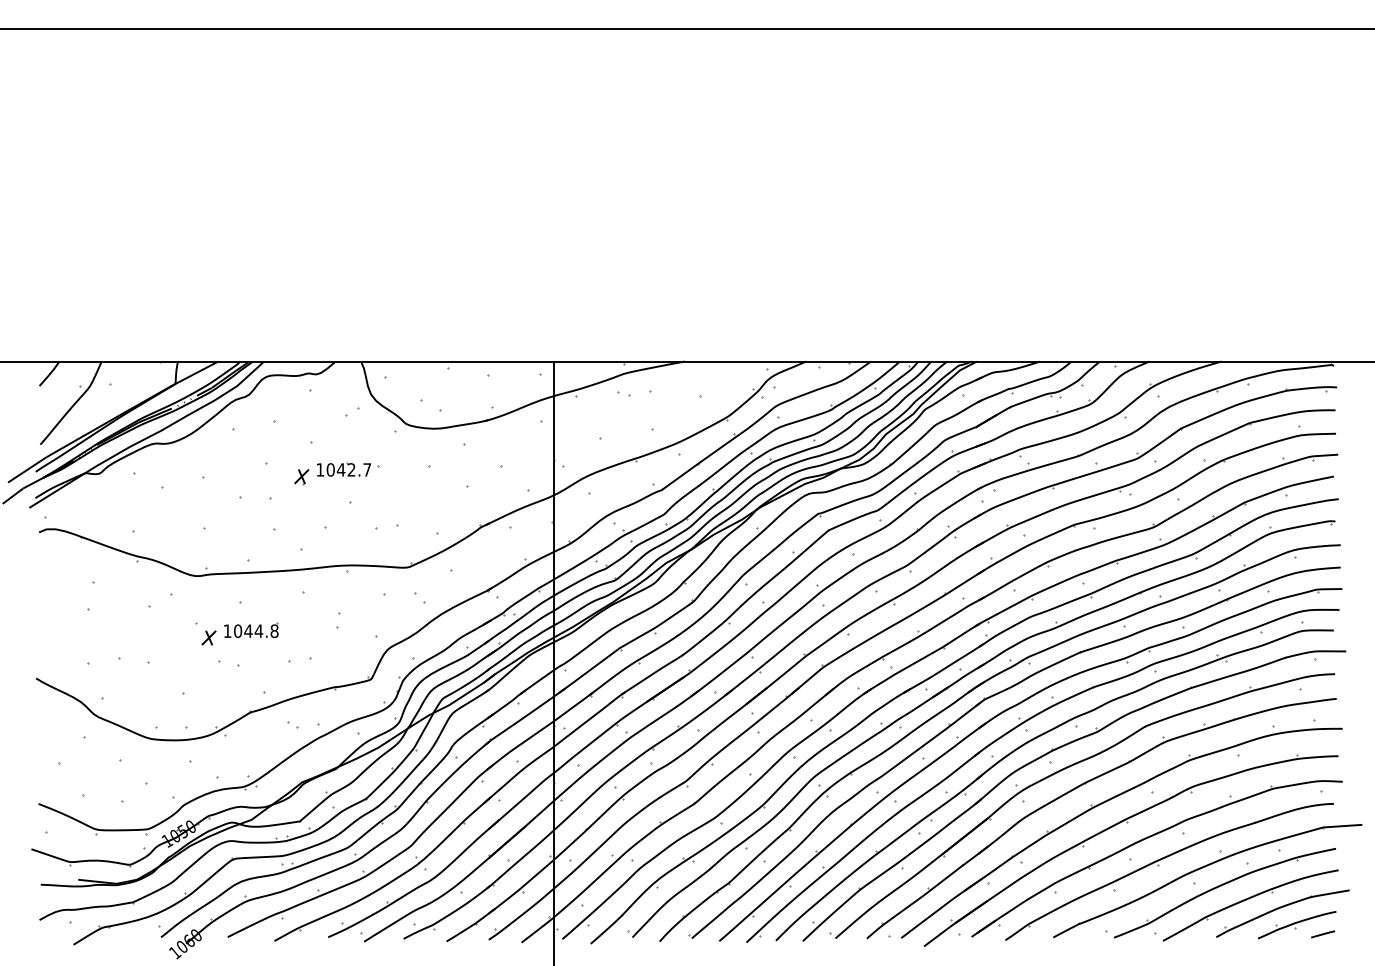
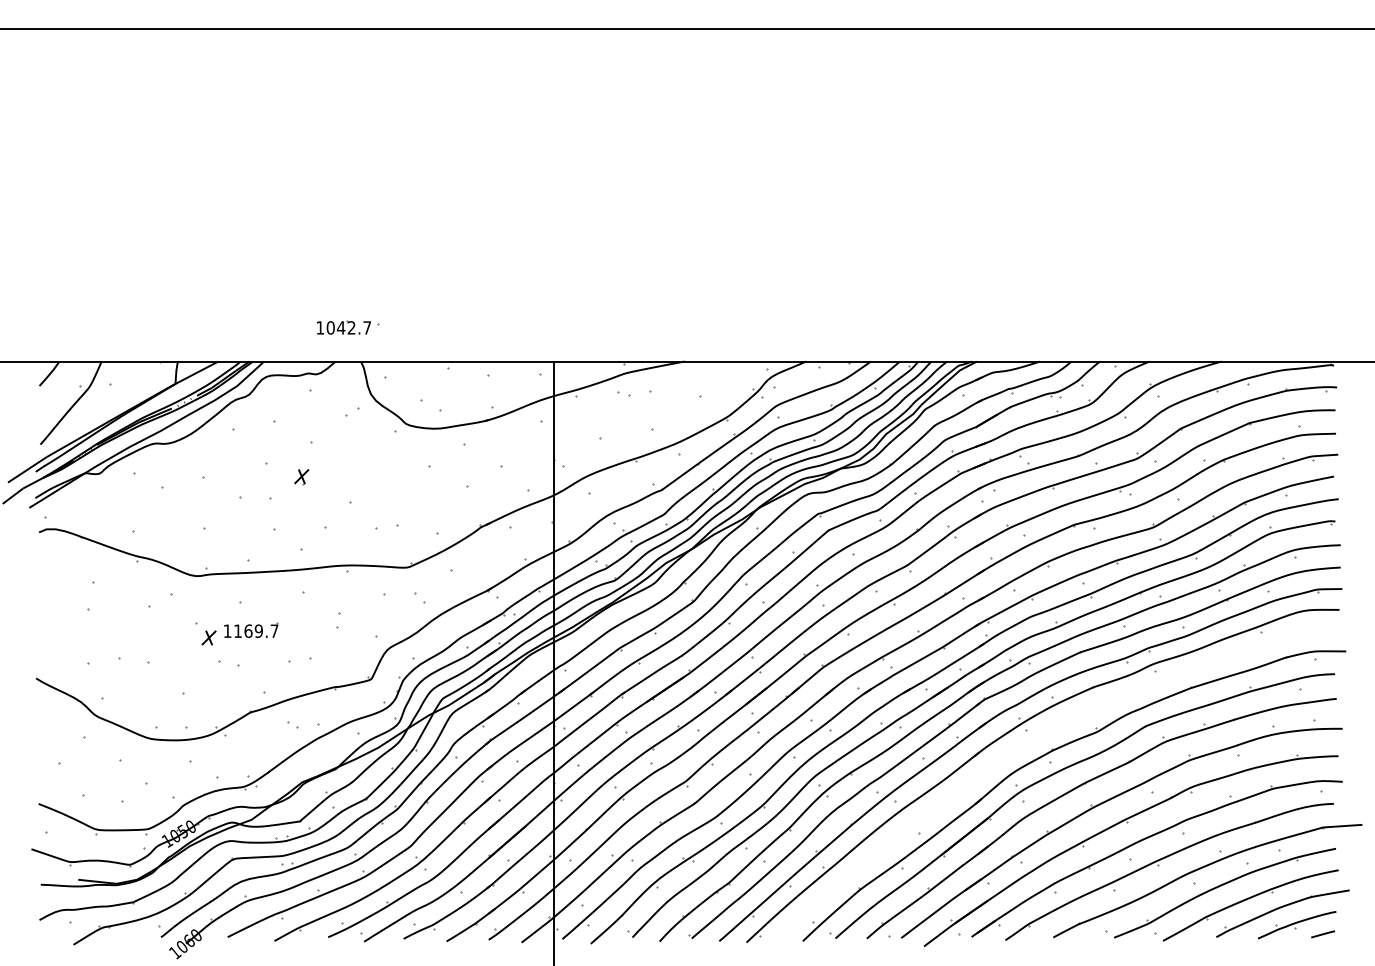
part at (348, 469) position: (348, 469) -> (348, 327)
text at (256, 631): 1044.8 -> 1169.7
part at (1033, 740): present -> none
